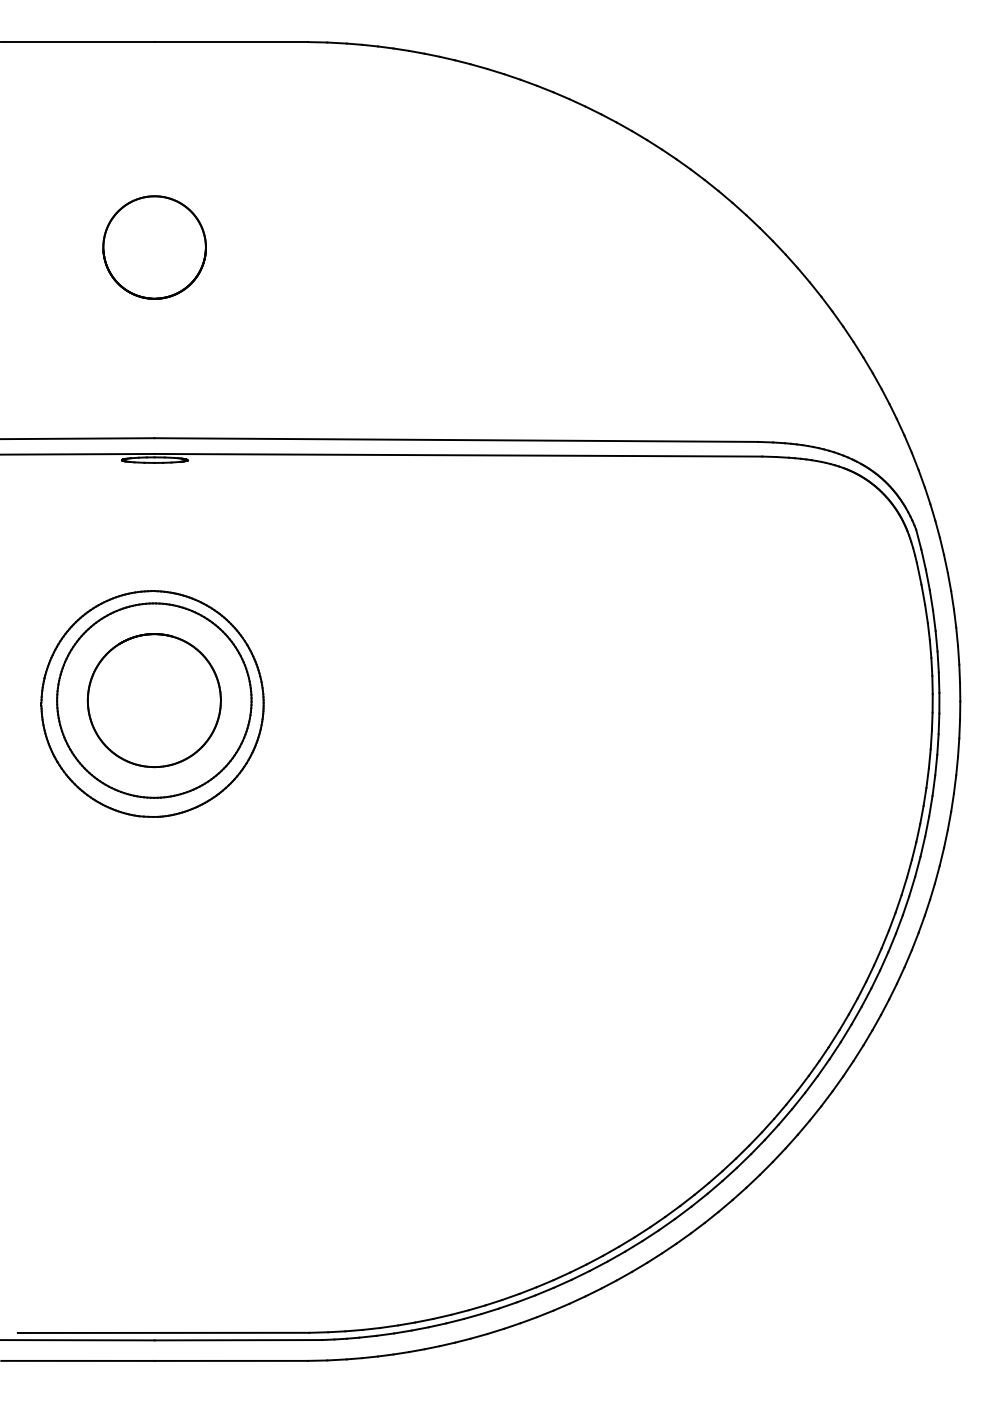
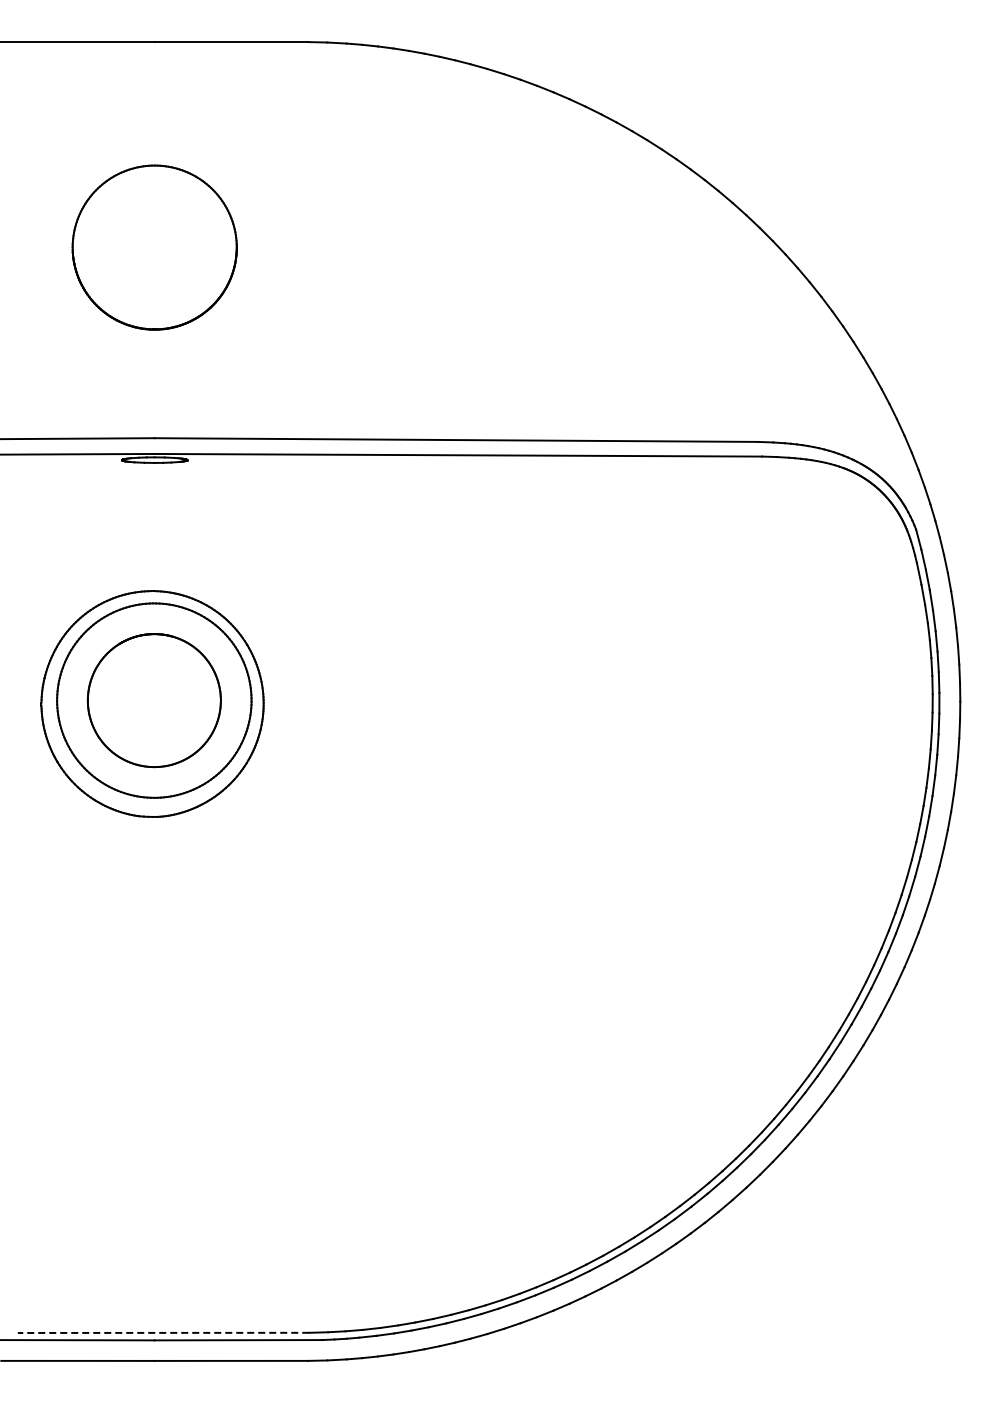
part at (154, 247) size: 105x105 px -> 167x167 px
line at (163, 1332): solid -> dashed
